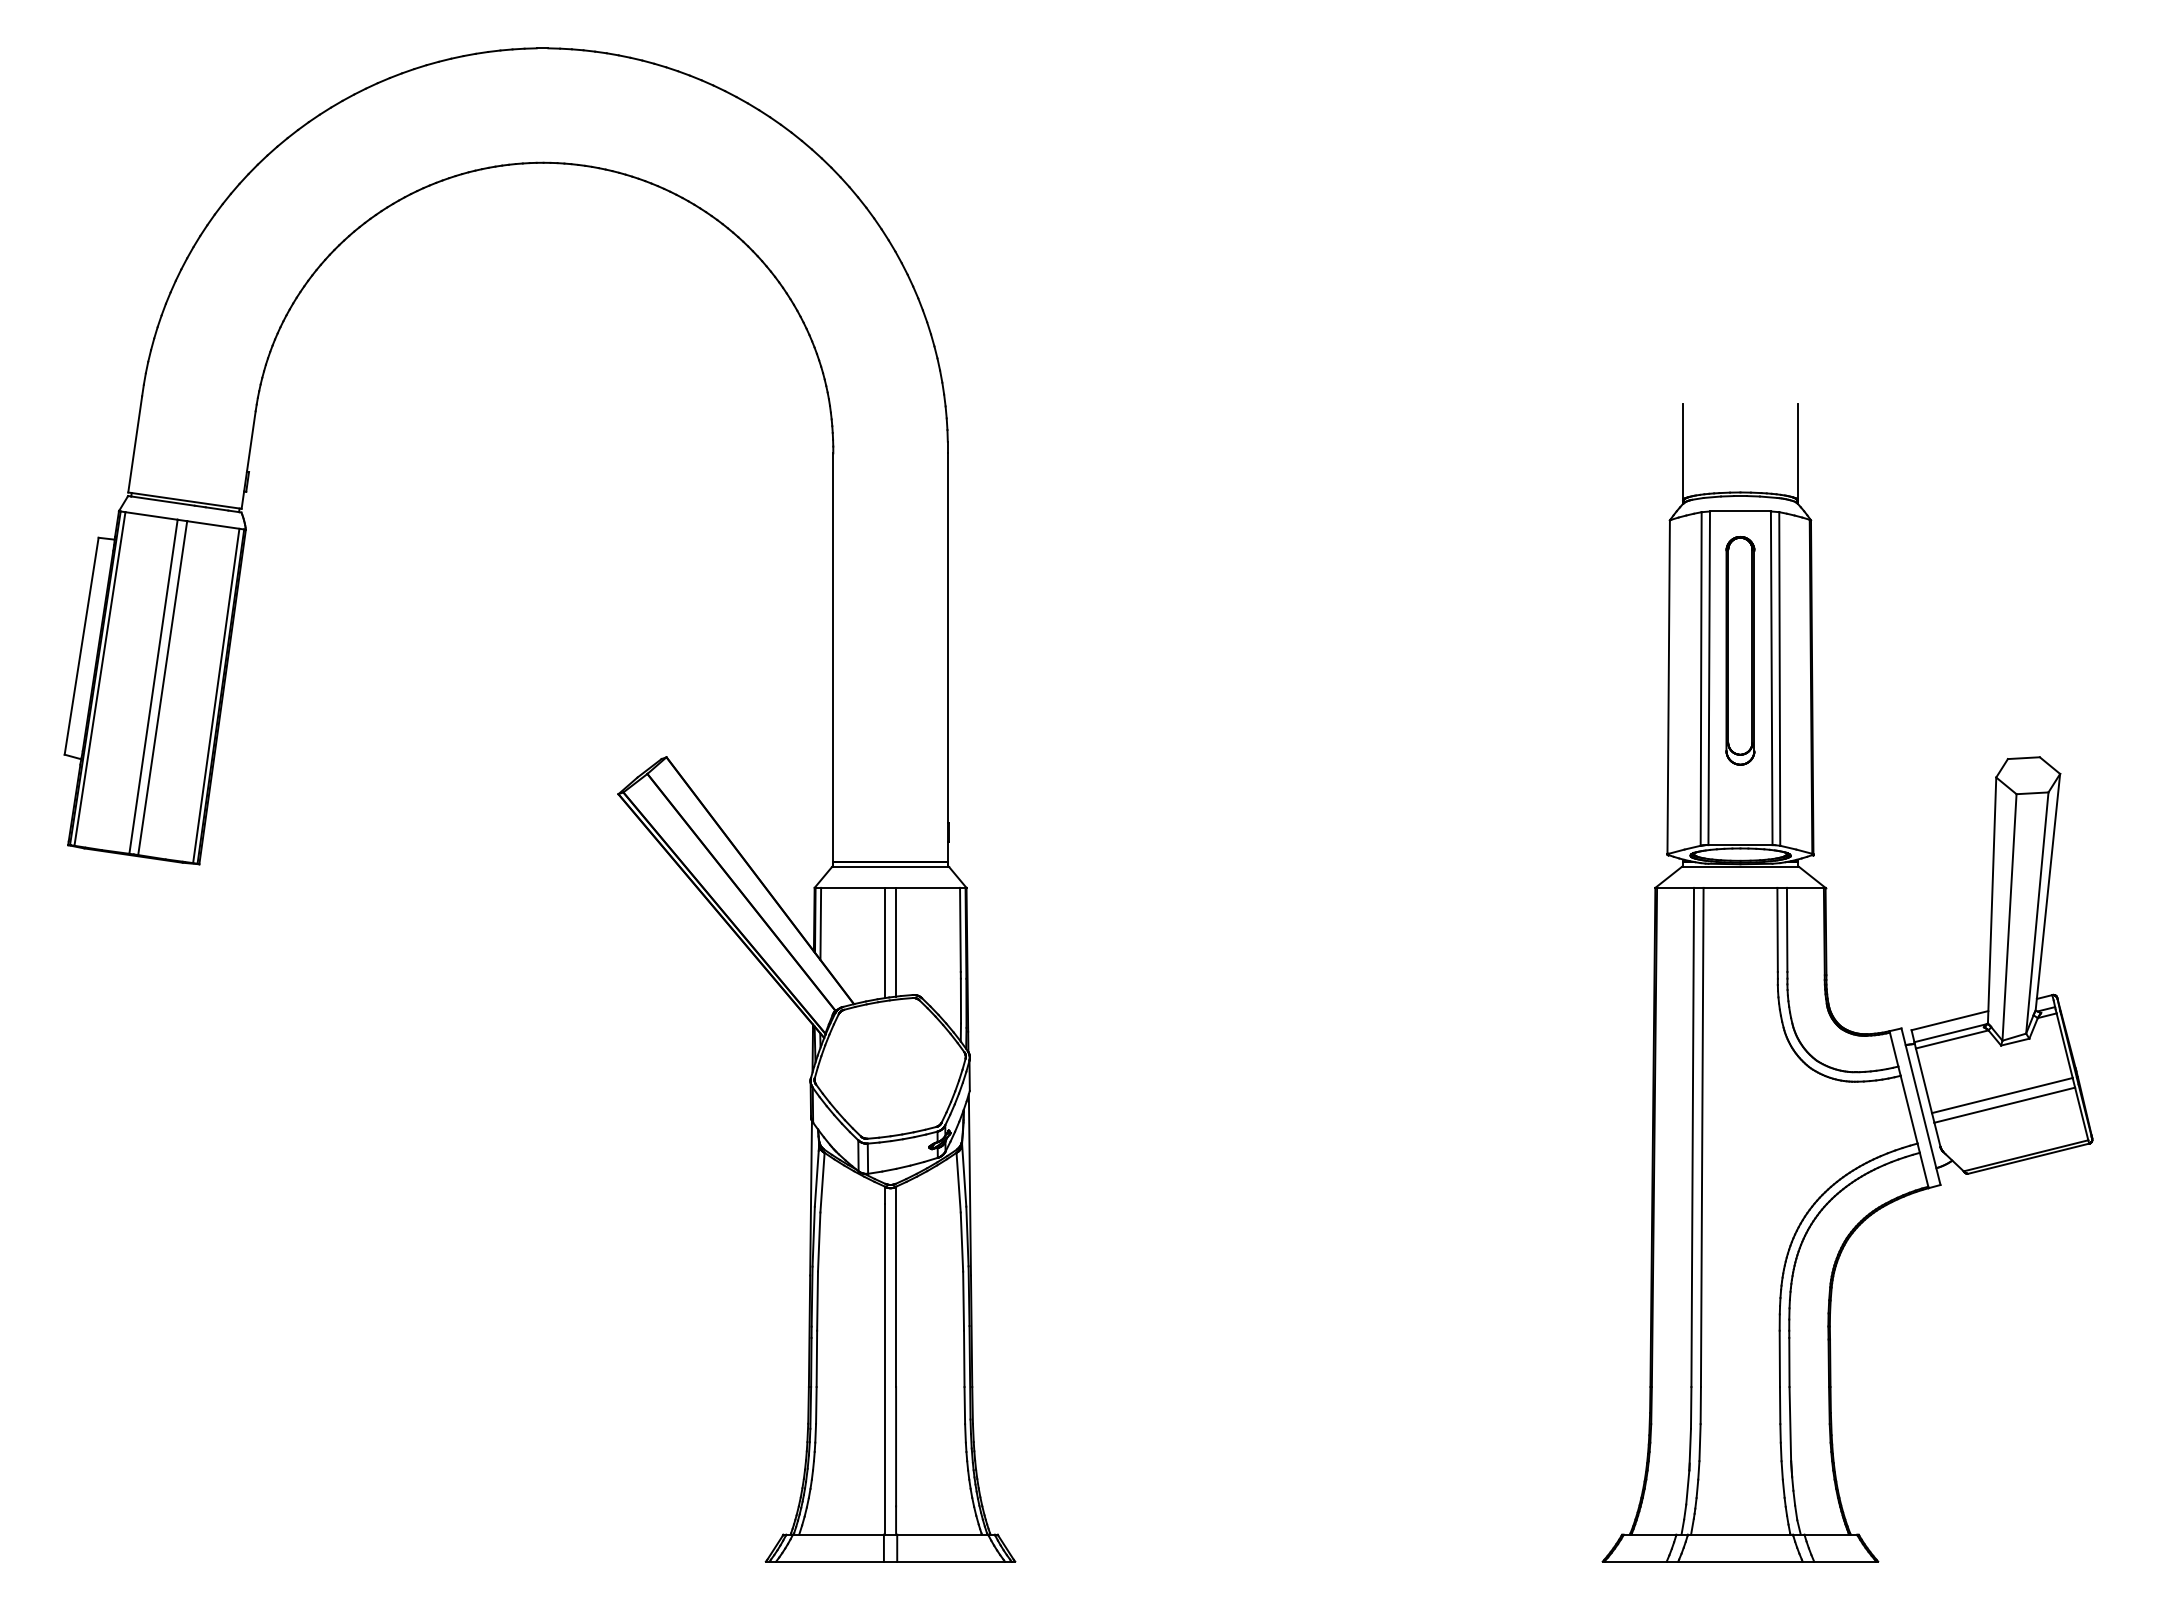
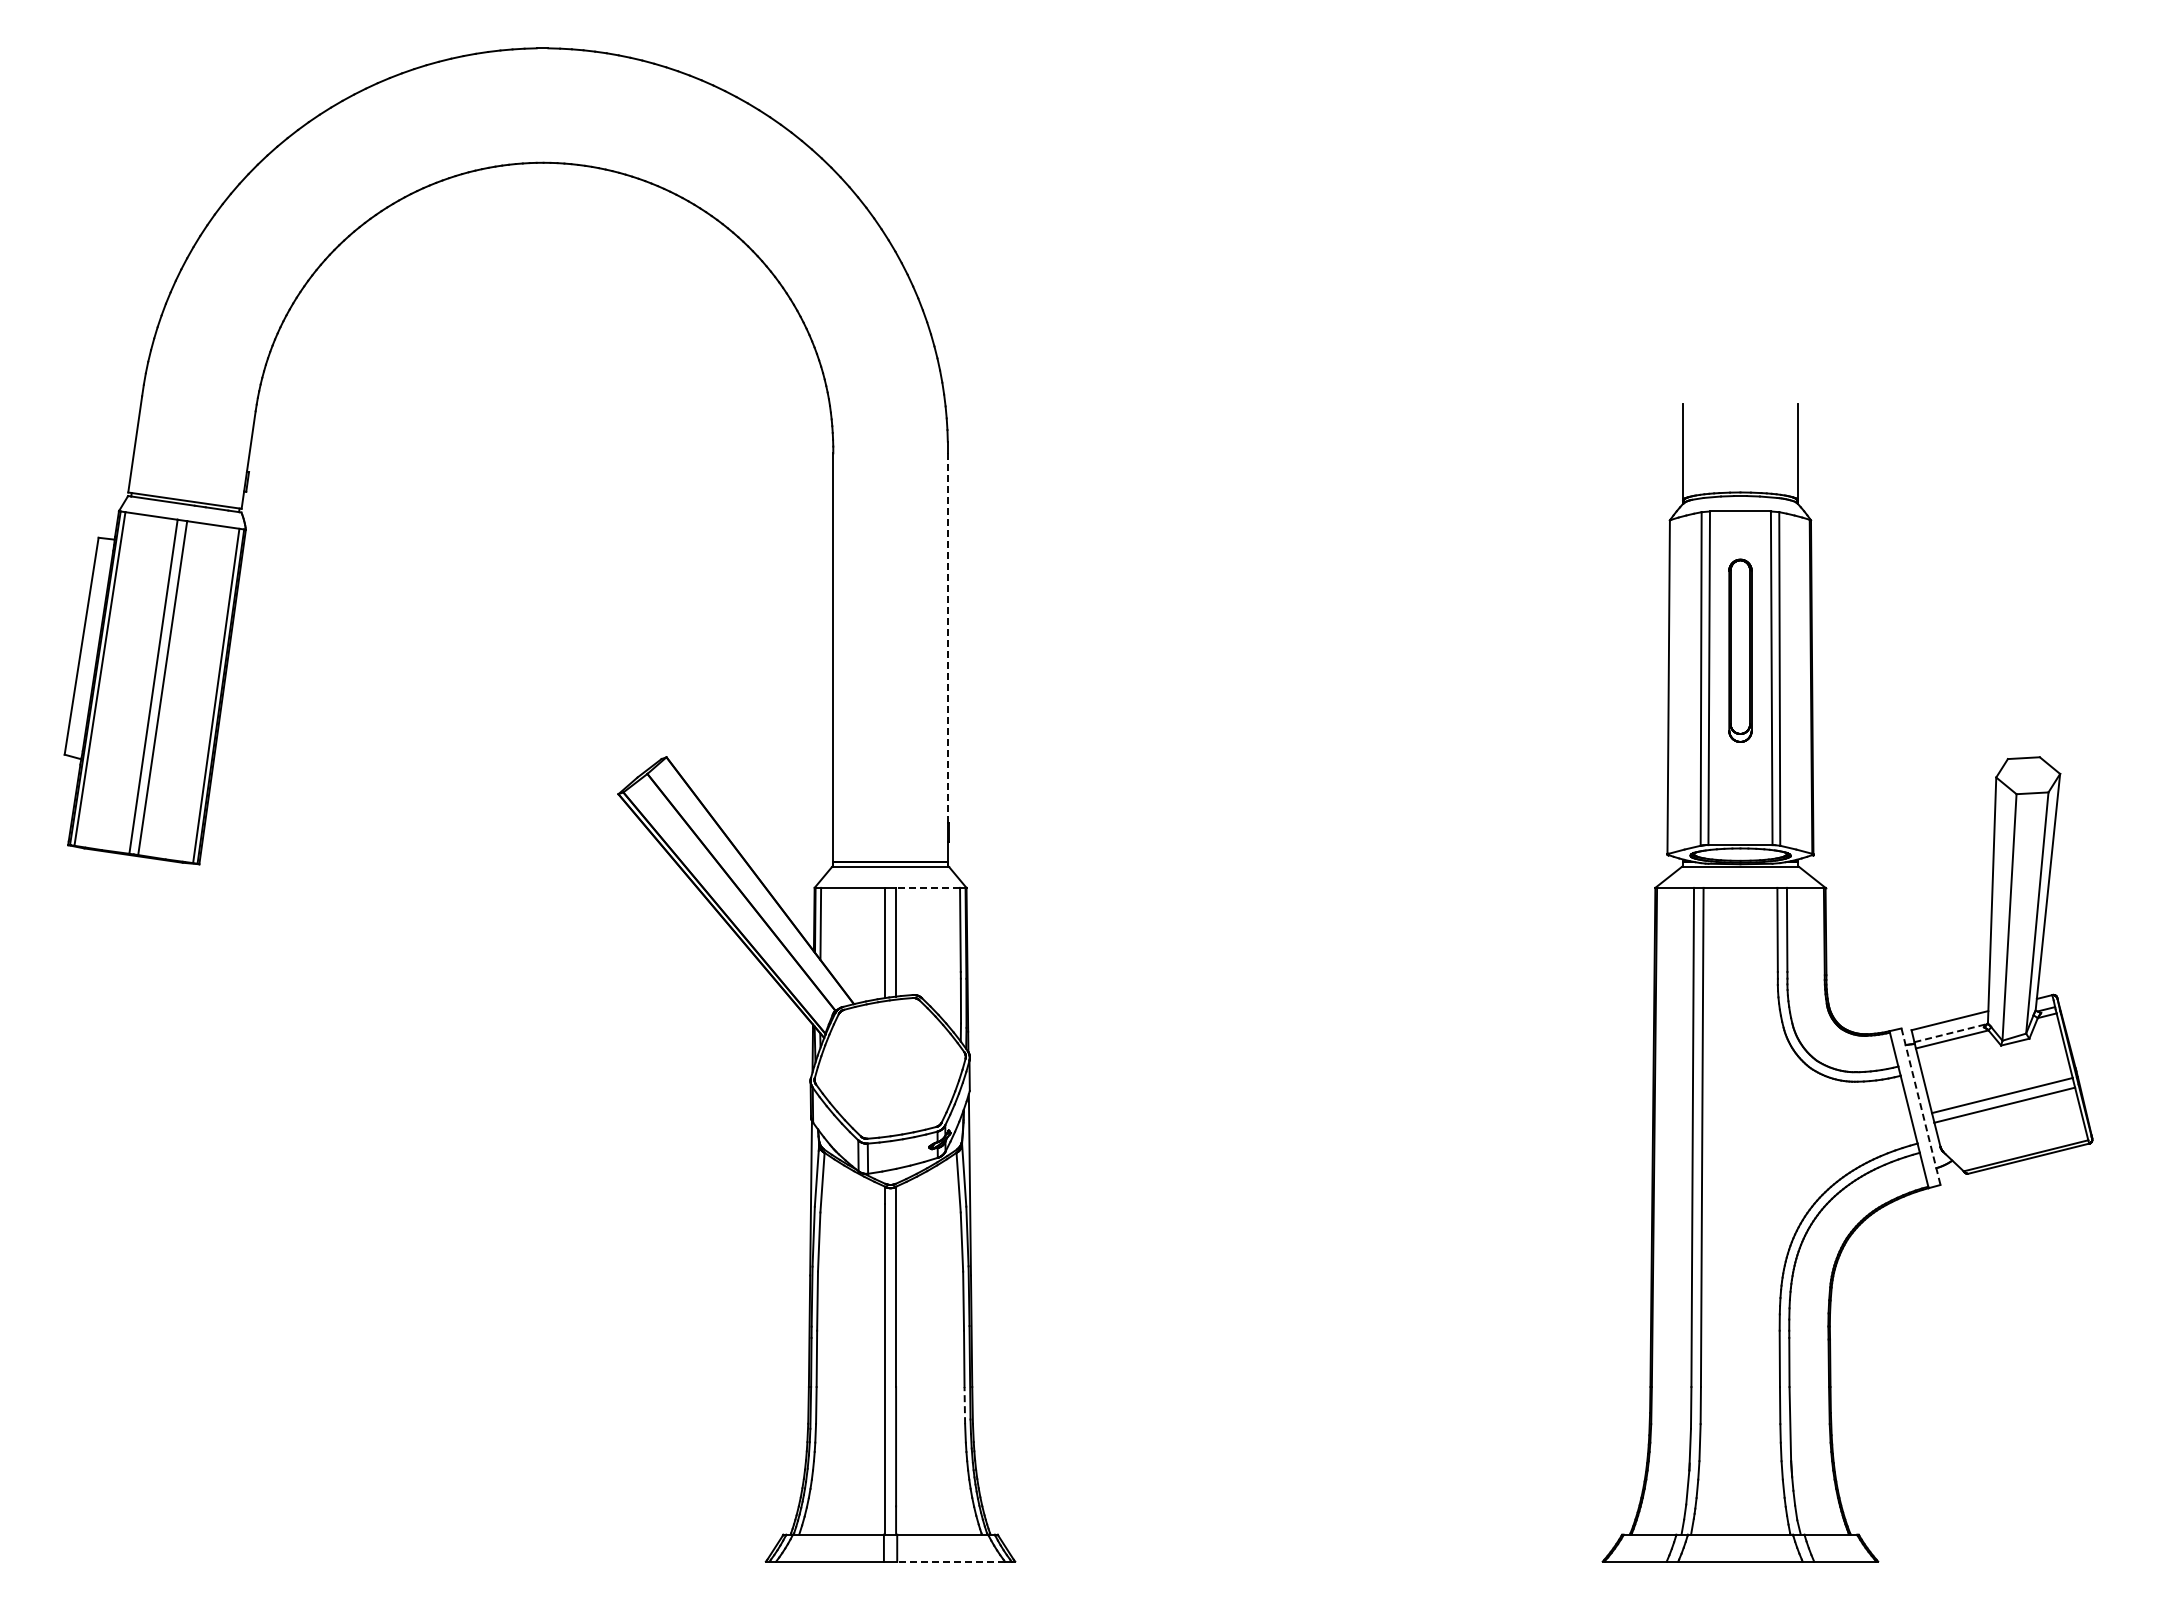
line at (947, 638): solid -> dashed
part at (1740, 650) size: 31x230 px -> 25x185 px
line at (928, 887): solid -> dashed
line at (1951, 1033): solid -> dashed
line at (1921, 1106): solid -> dashed
line at (964, 1405): solid -> dashed
line at (951, 1561): solid -> dashed
